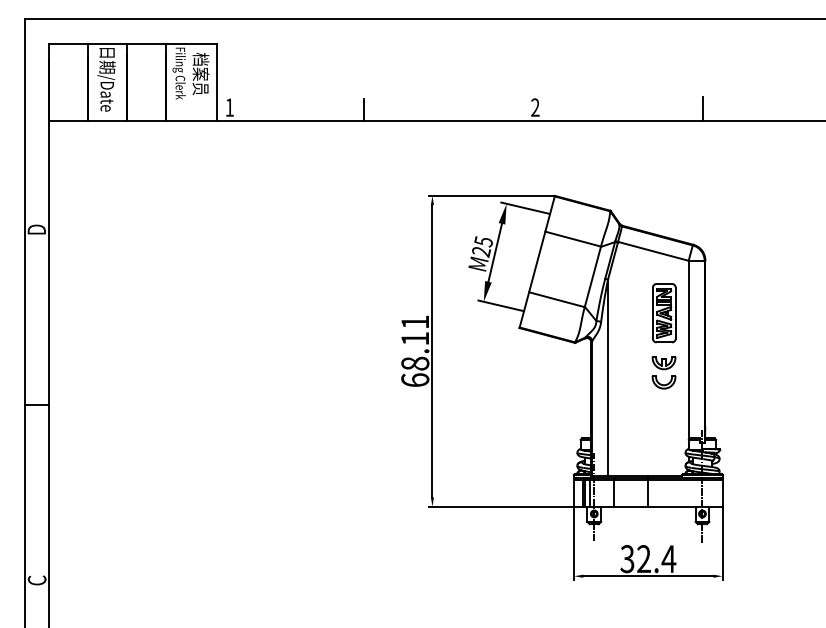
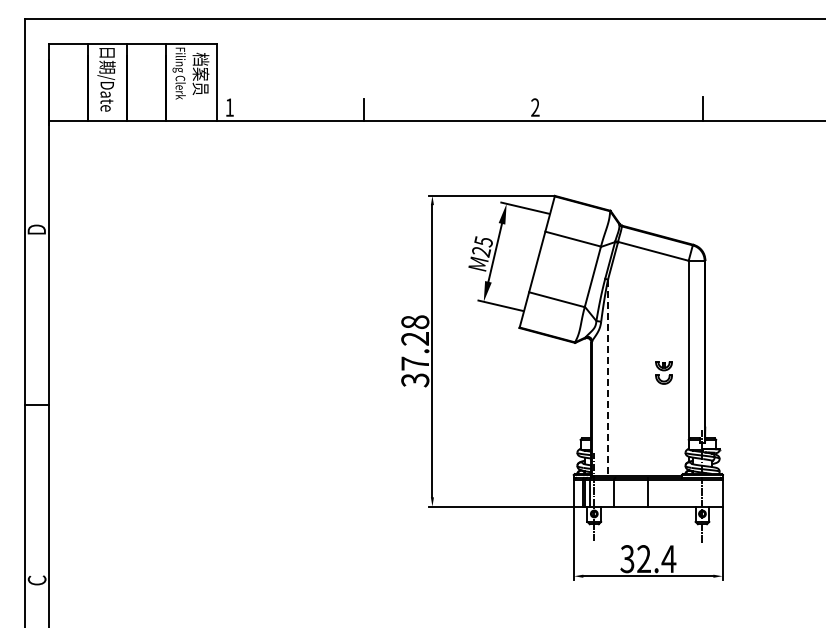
part at (664, 313): present -> none
text at (415, 351): 68.11 -> 37.28
part at (663, 372) size: 26x34 px -> 18x24 px
line at (608, 379): solid -> dashed
